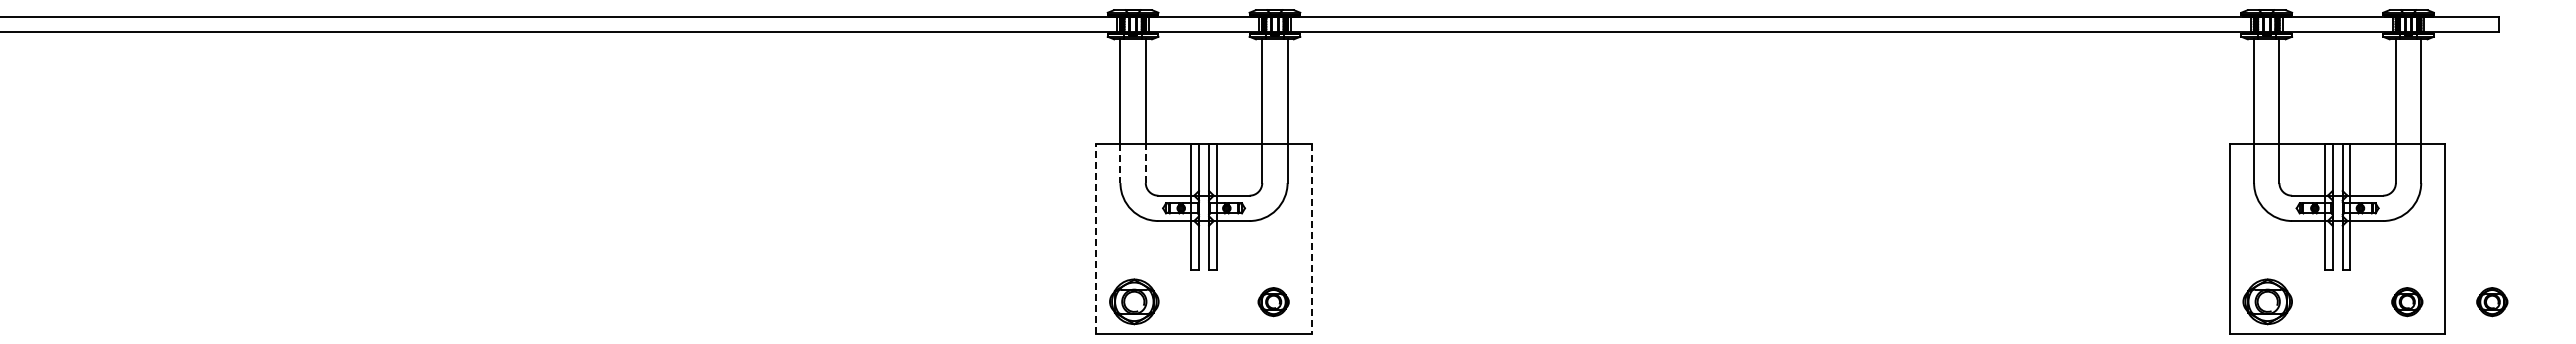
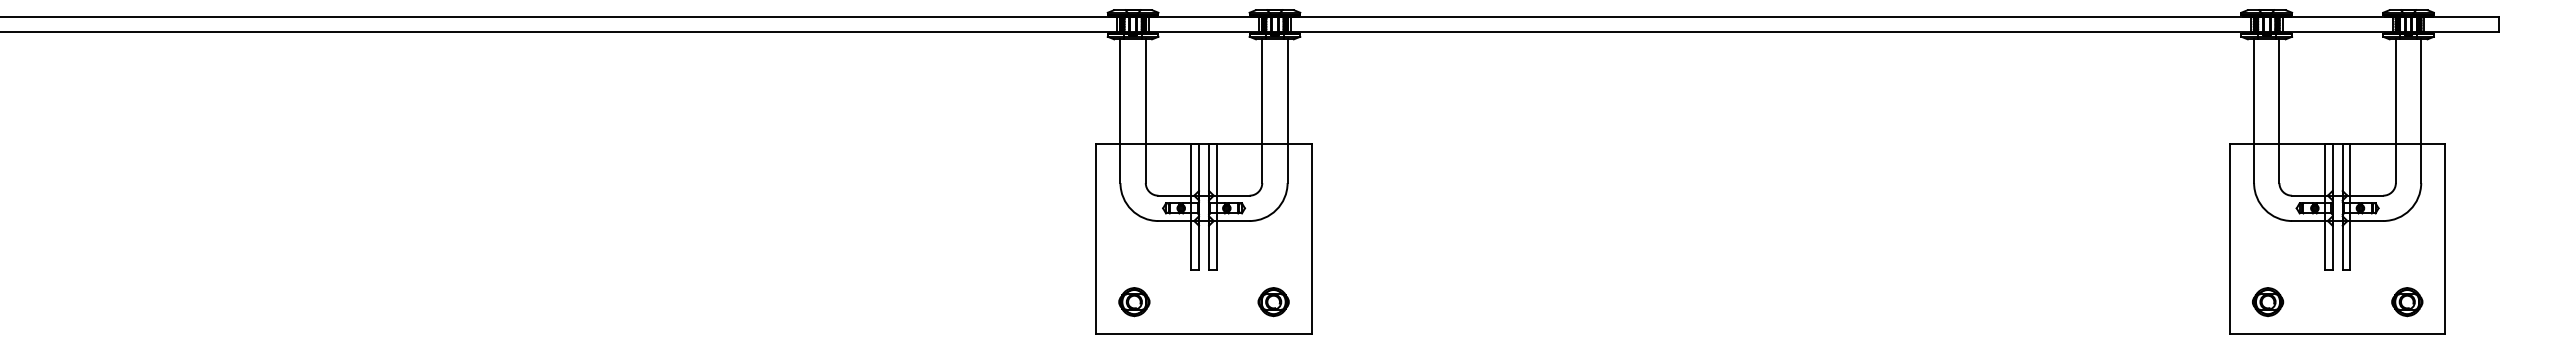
line at (1120, 163): dashed -> solid
line at (1145, 163): dashed -> solid
line at (1096, 238): dashed -> solid
line at (1311, 238): dashed -> solid
part at (1134, 301) size: 51x48 px -> 33x31 px
part at (2267, 301) size: 51x48 px -> 33x31 px
part at (2492, 302): present -> none
